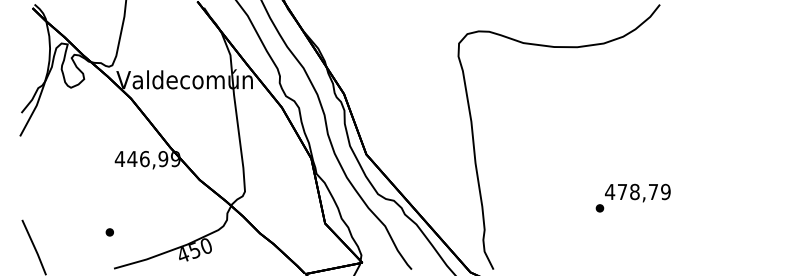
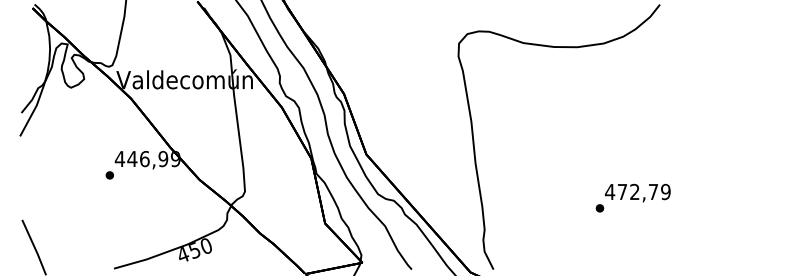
text at (634, 192): 478,79 -> 472,79
part at (109, 232) position: (109, 232) -> (109, 175)
